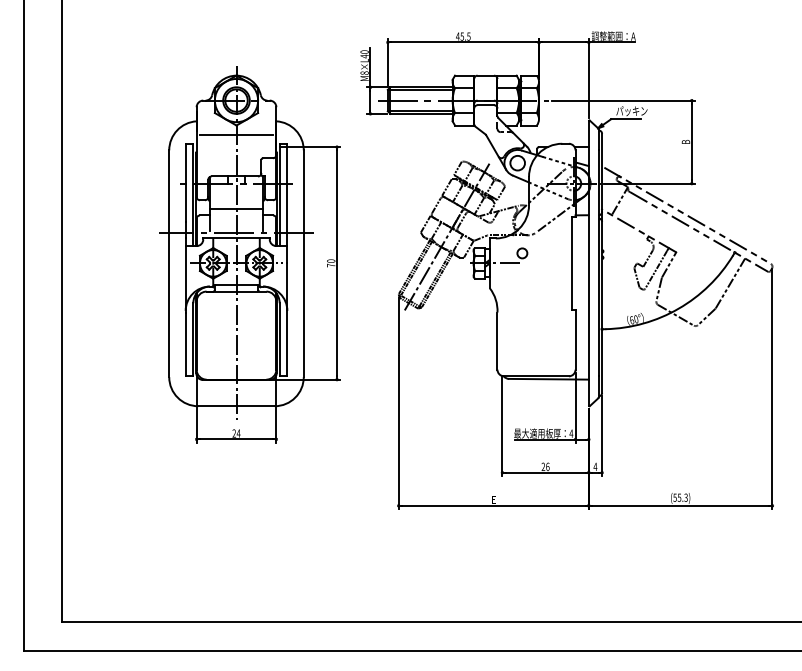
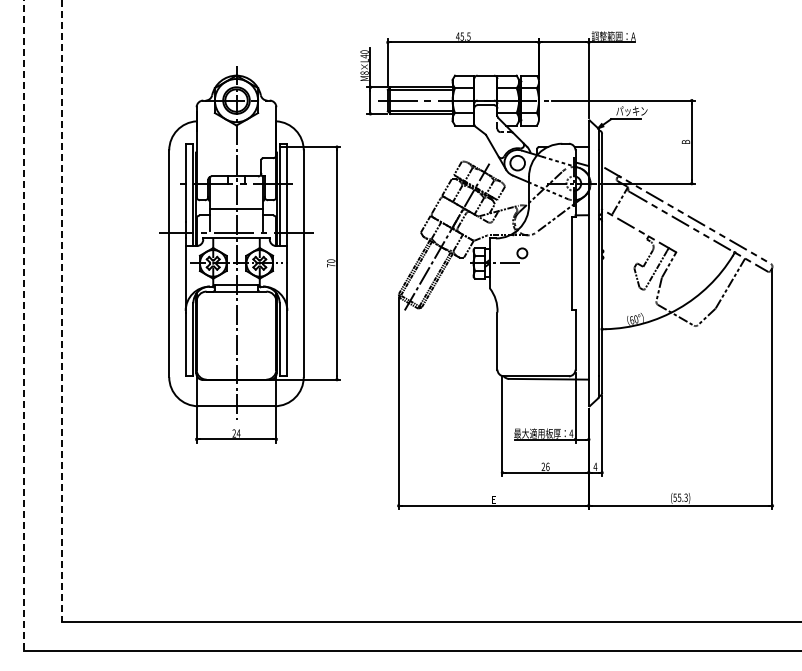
line at (236, 134): present -> none
line at (62, 311): solid -> dashed
line at (24, 325): solid -> dashed
